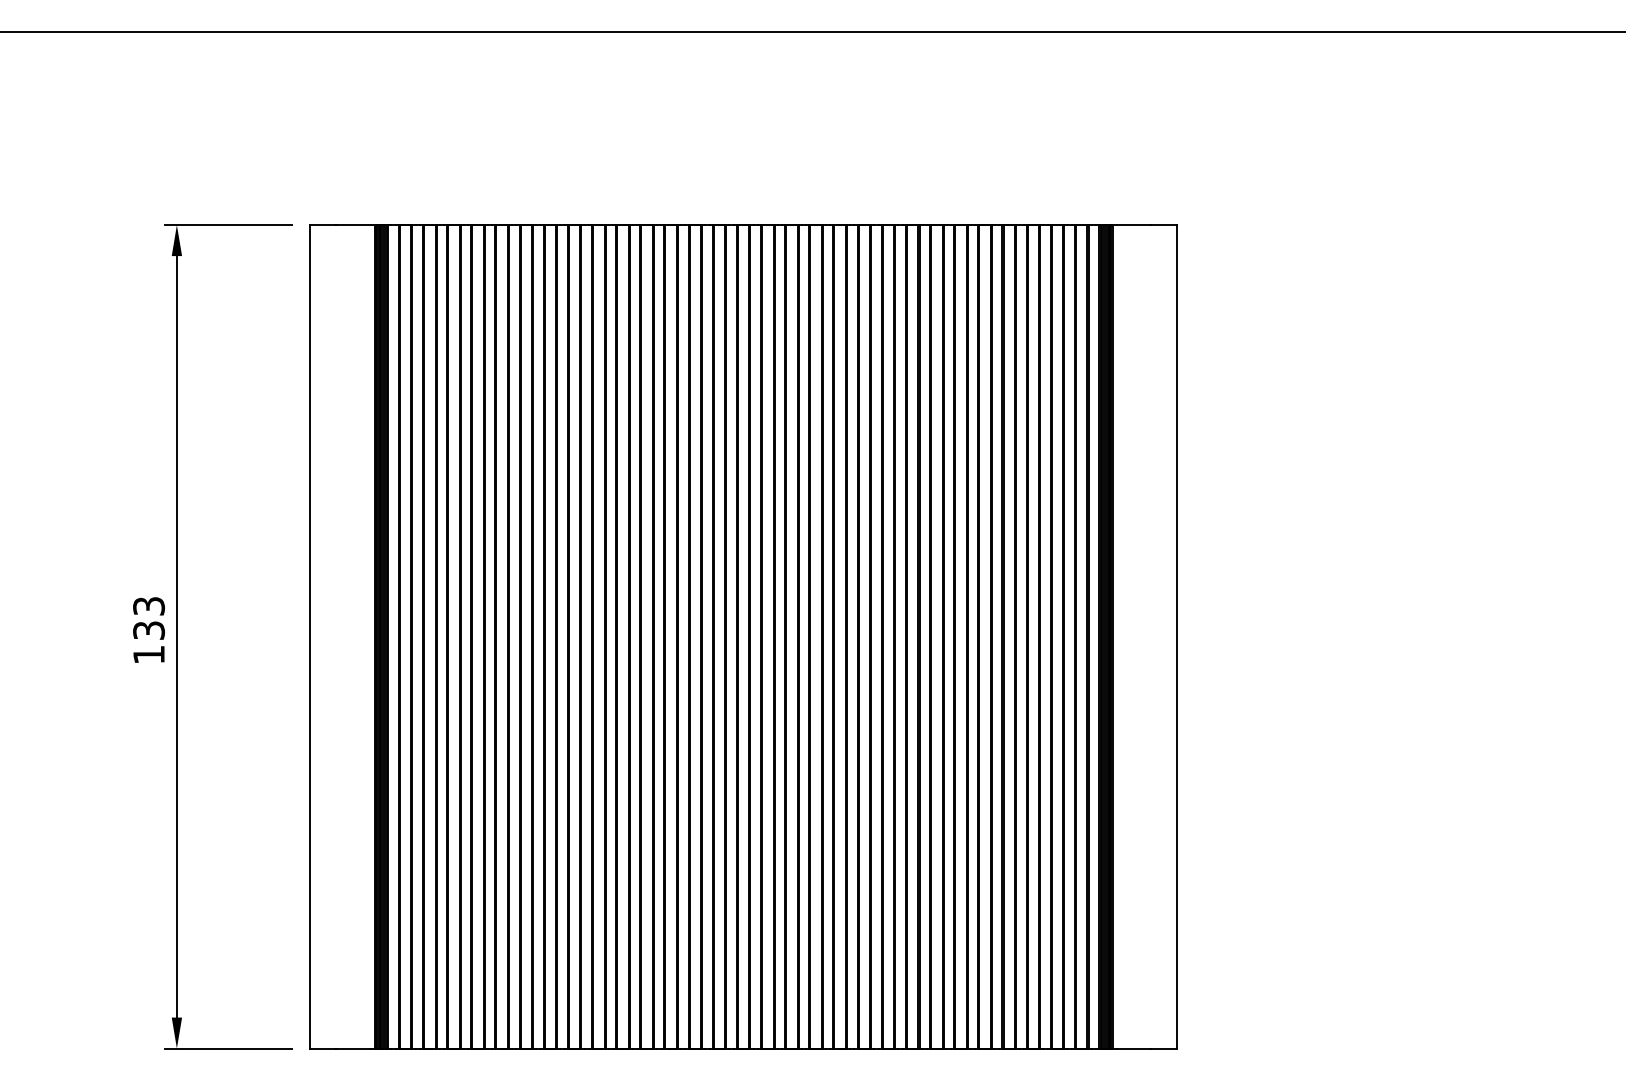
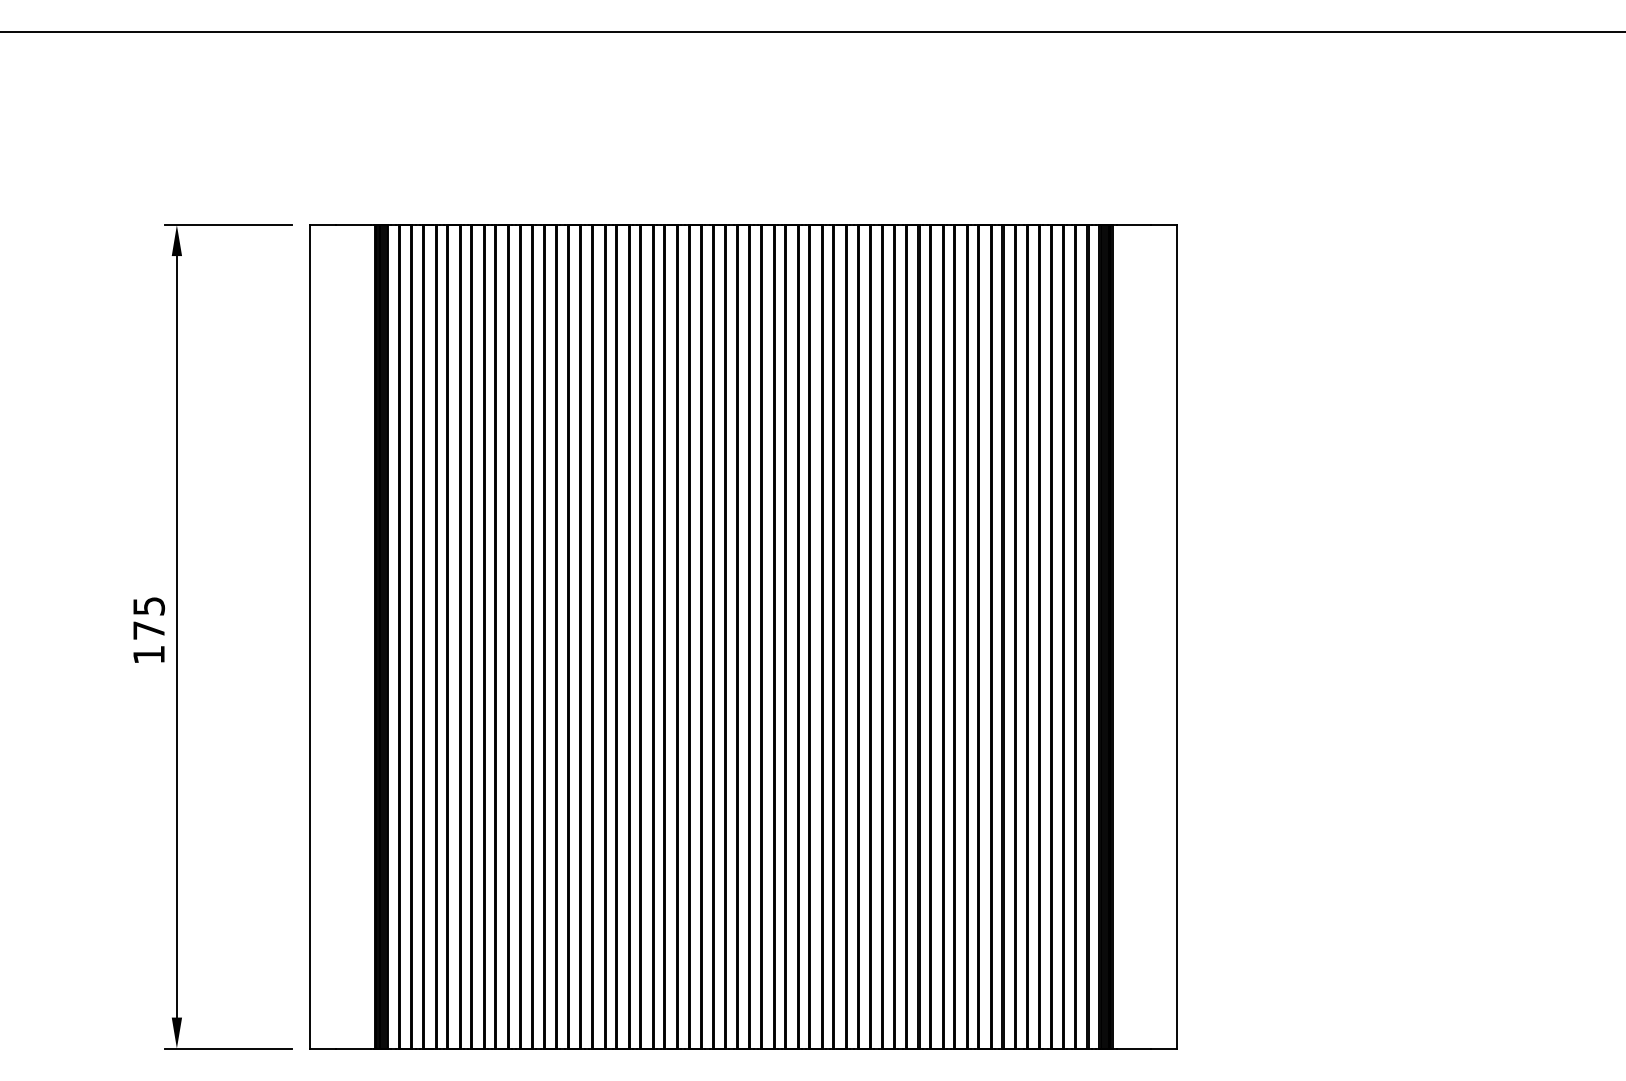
text at (149, 618): 133 -> 175
